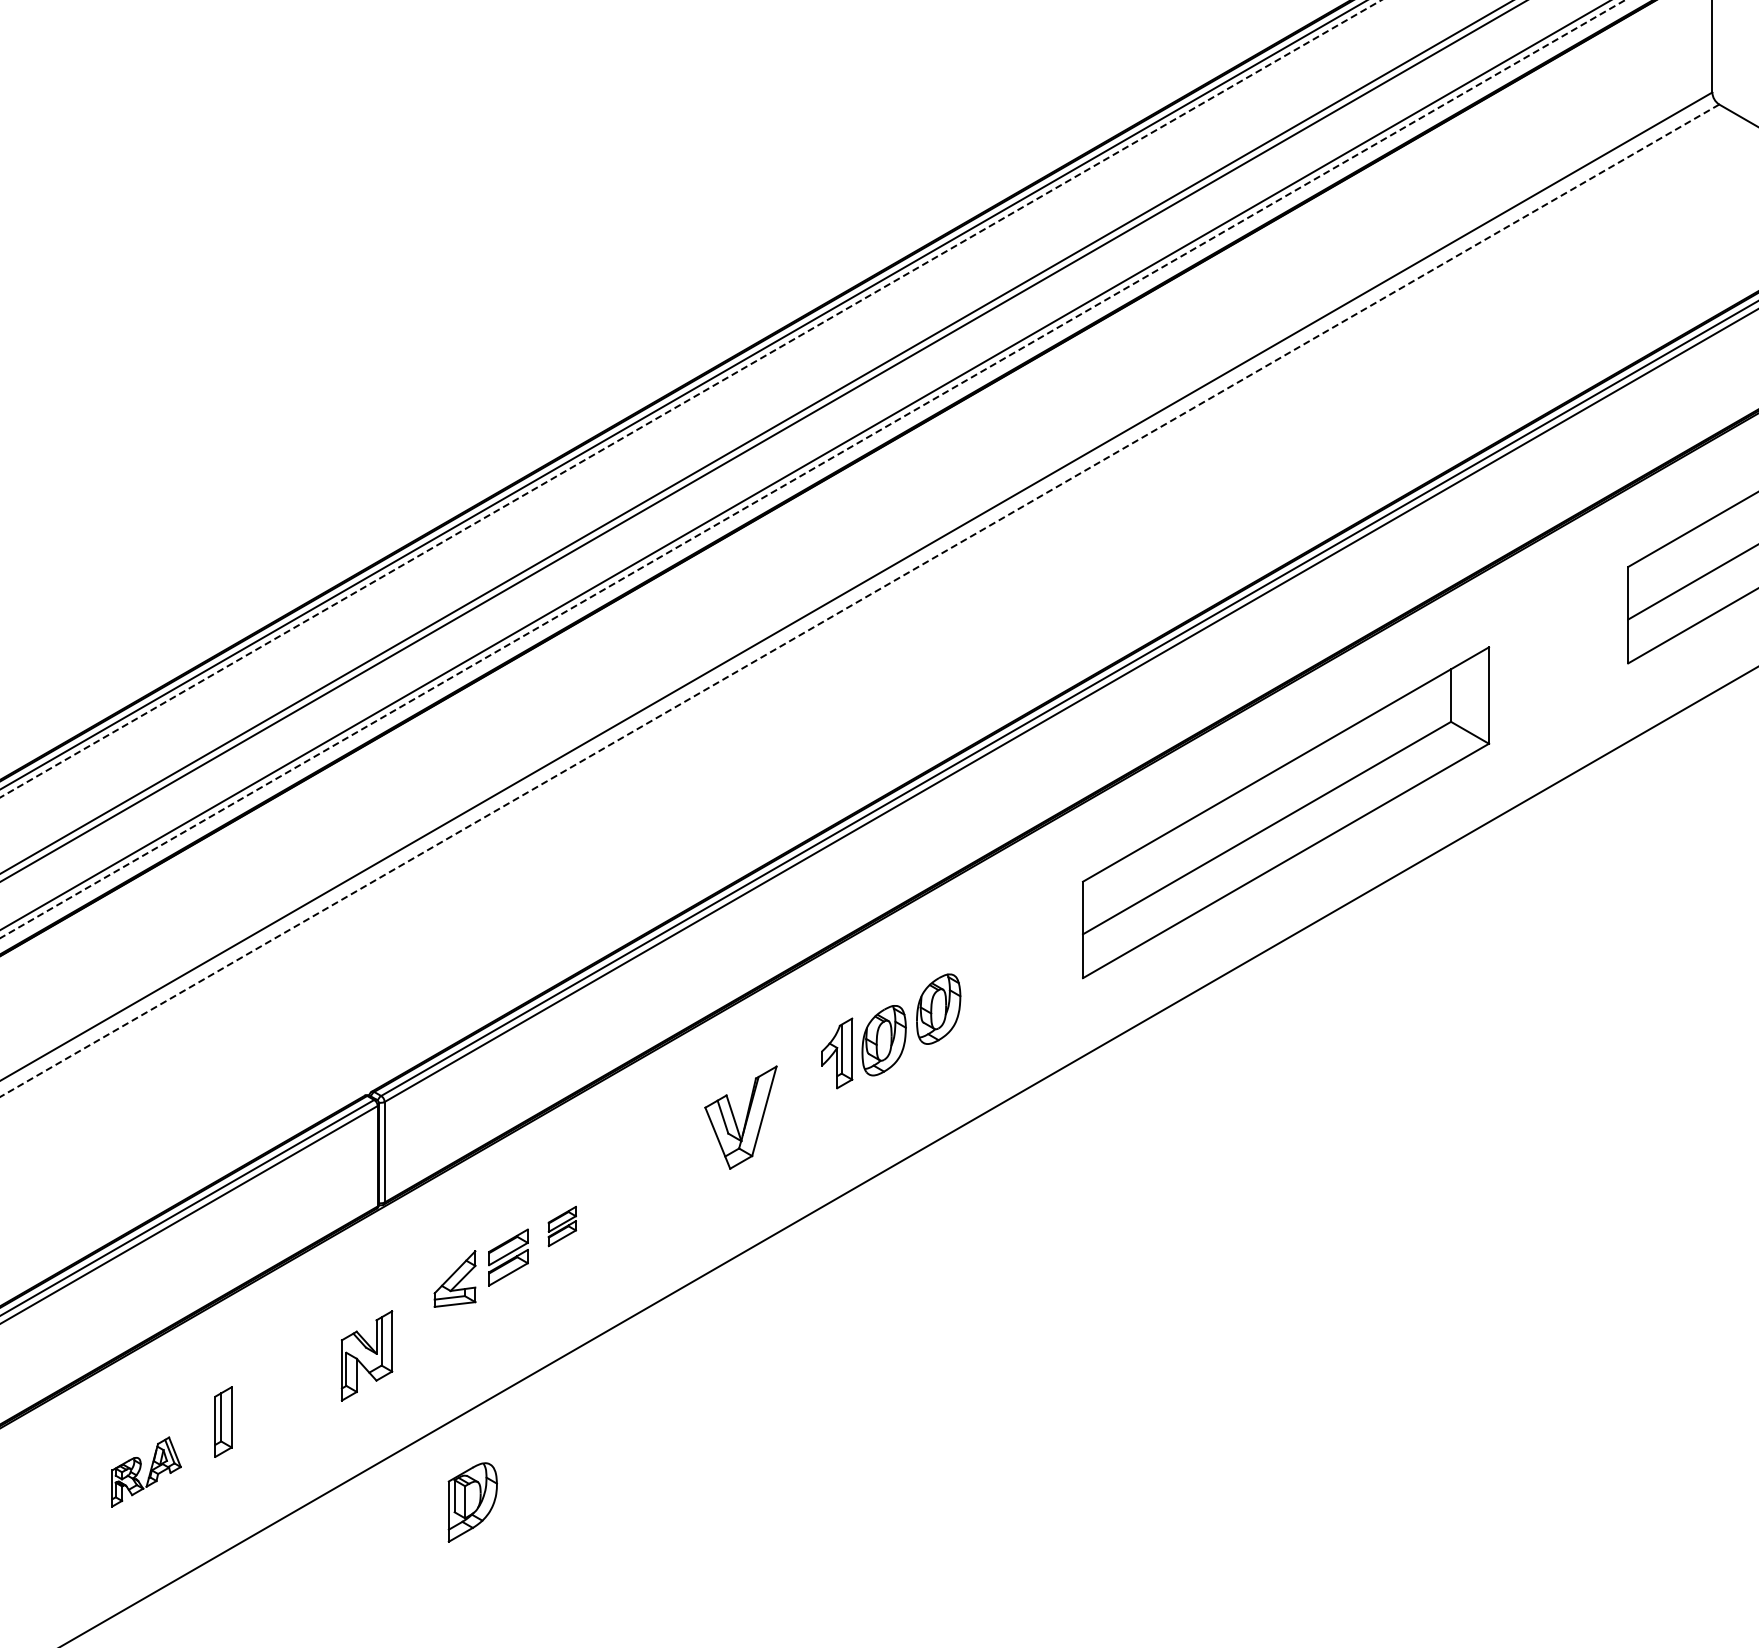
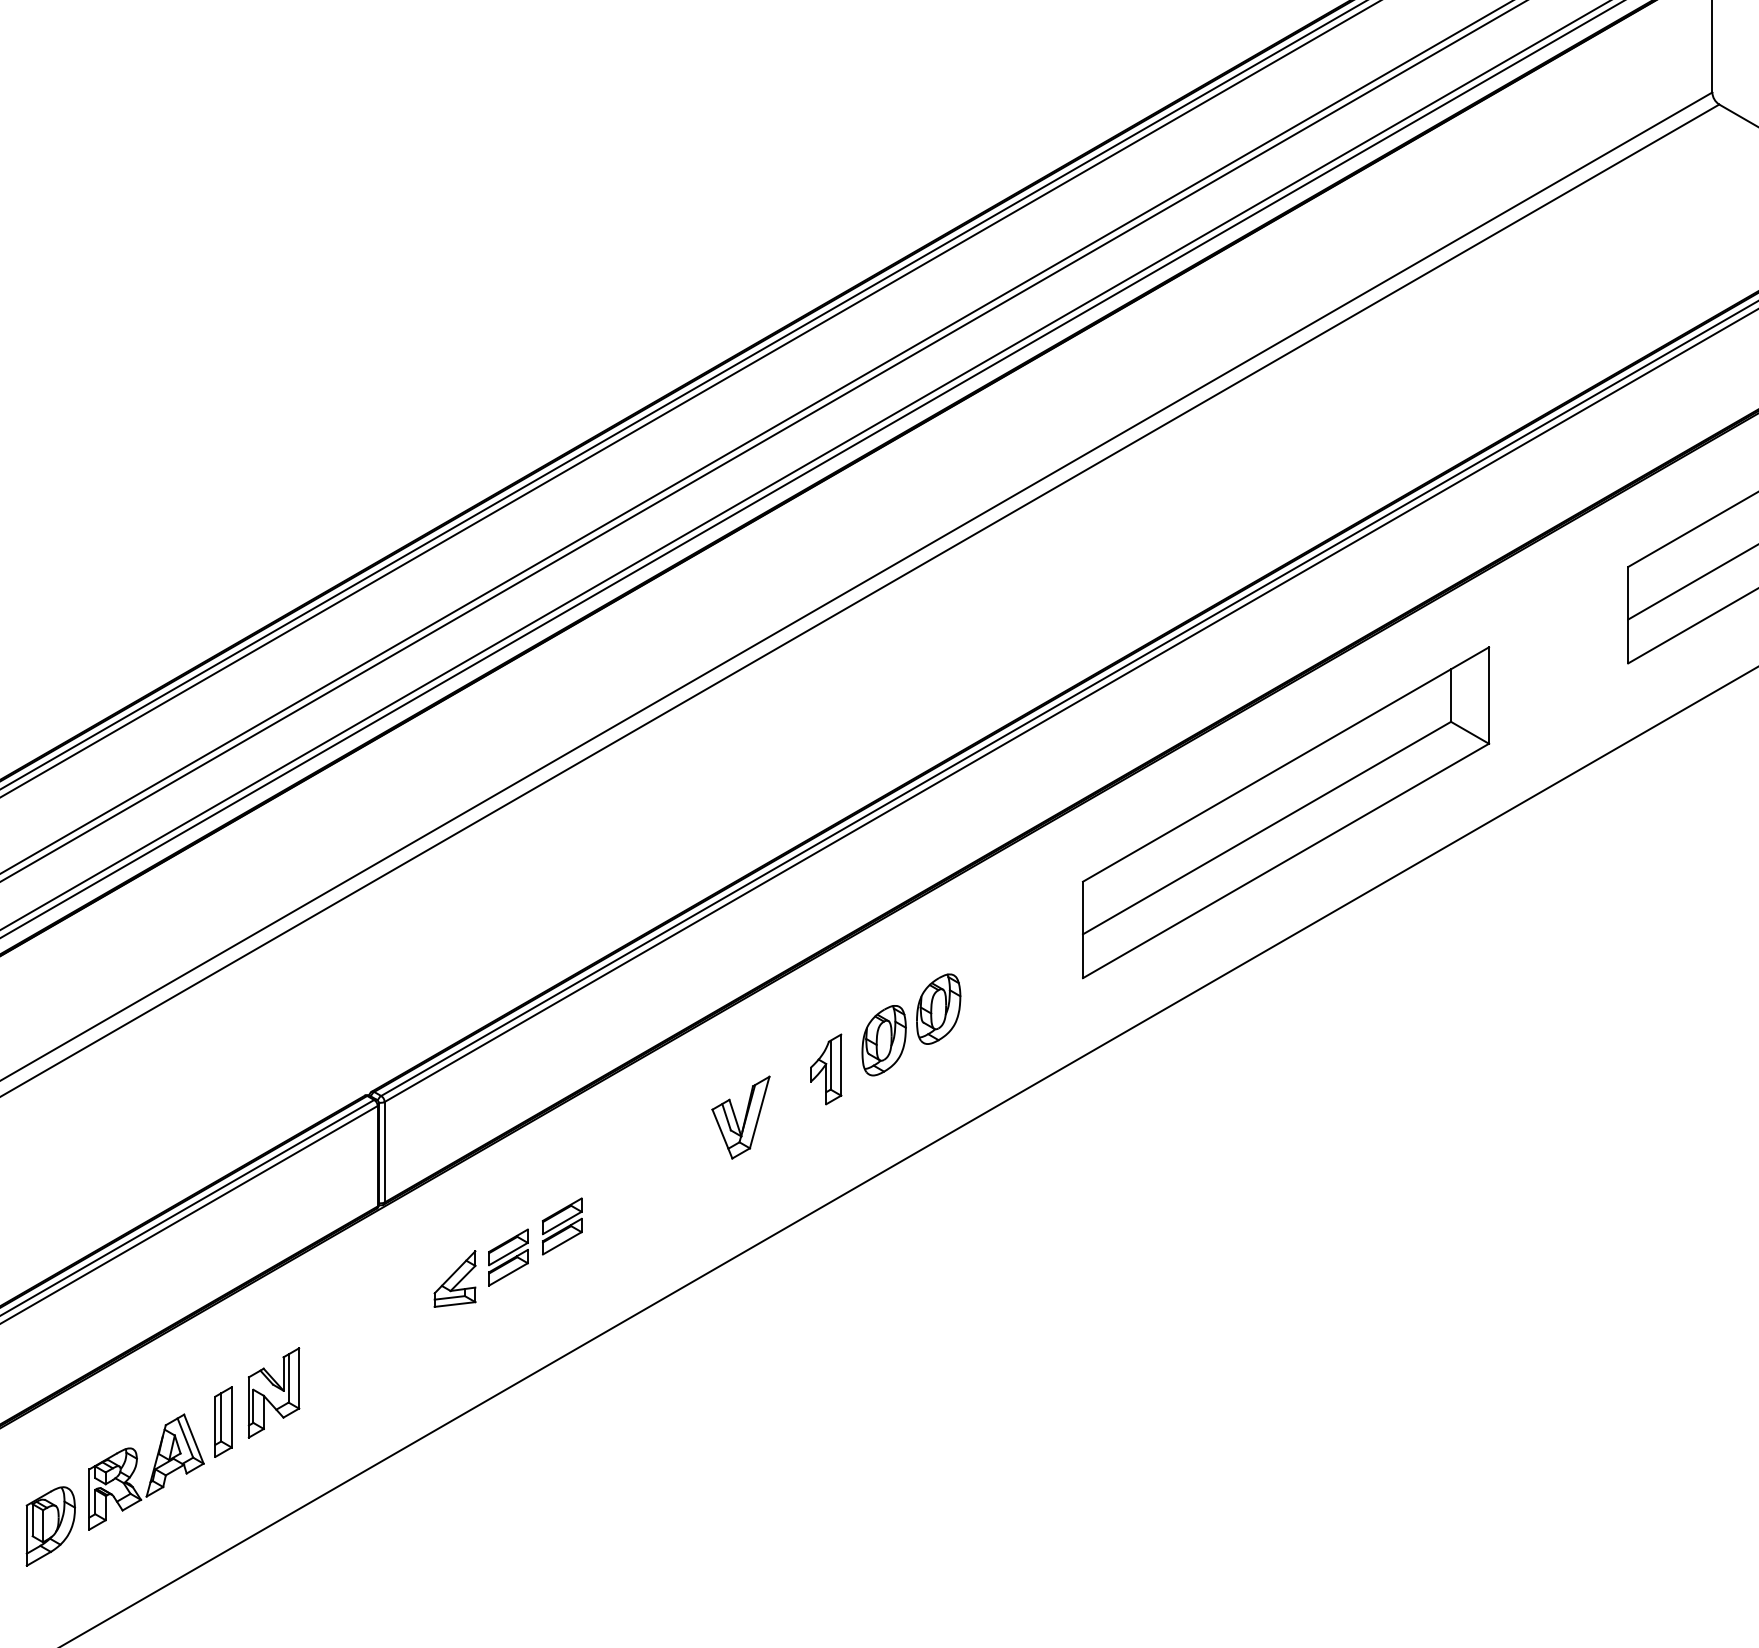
line at (690, 399): dashed -> solid
line at (812, 469): dashed -> solid
line at (859, 600): dashed -> solid
part at (837, 1053) position: (837, 1053) -> (826, 1069)
part at (740, 1117) size: 74x105 px -> 60x85 px
part at (562, 1226) size: 31x43 px -> 41x59 px
part at (366, 1355) position: (366, 1355) -> (273, 1392)
part at (146, 1471) size: 71x72 px -> 117x118 px
part at (472, 1502) position: (472, 1502) -> (50, 1526)
